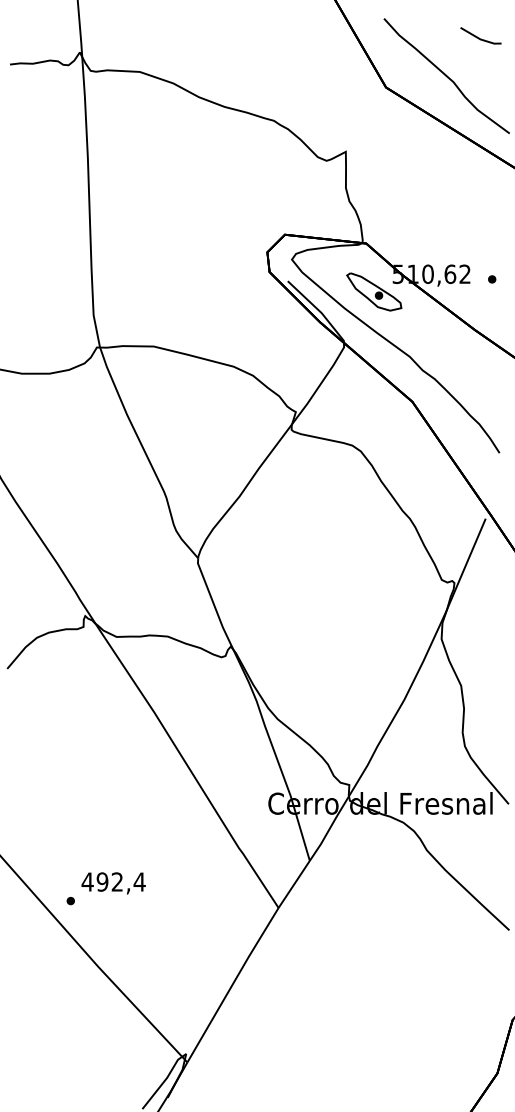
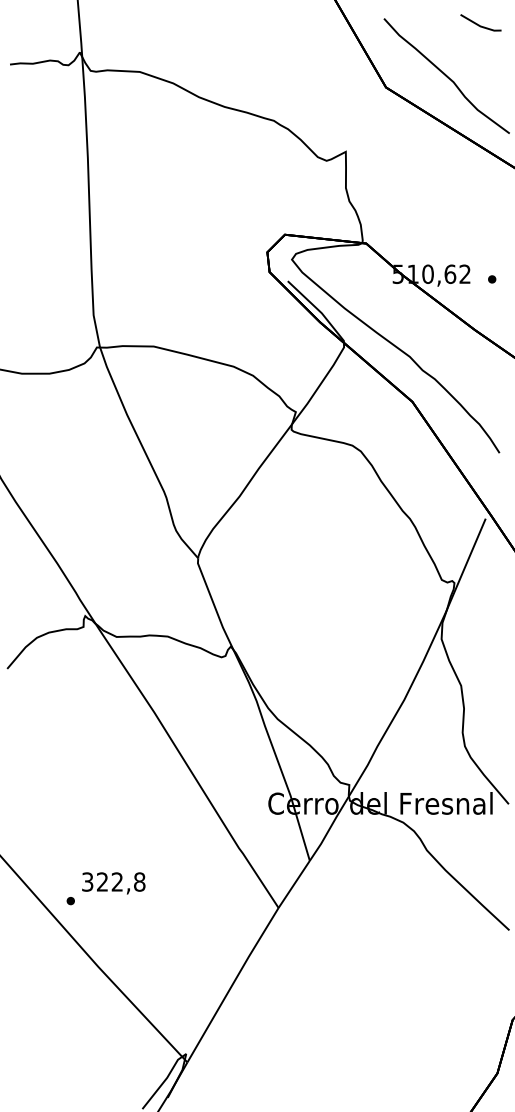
line at (479, 37) position: (479, 37) -> (479, 24)
part at (374, 291): present -> none
text at (113, 881): 492,4 -> 322,8
